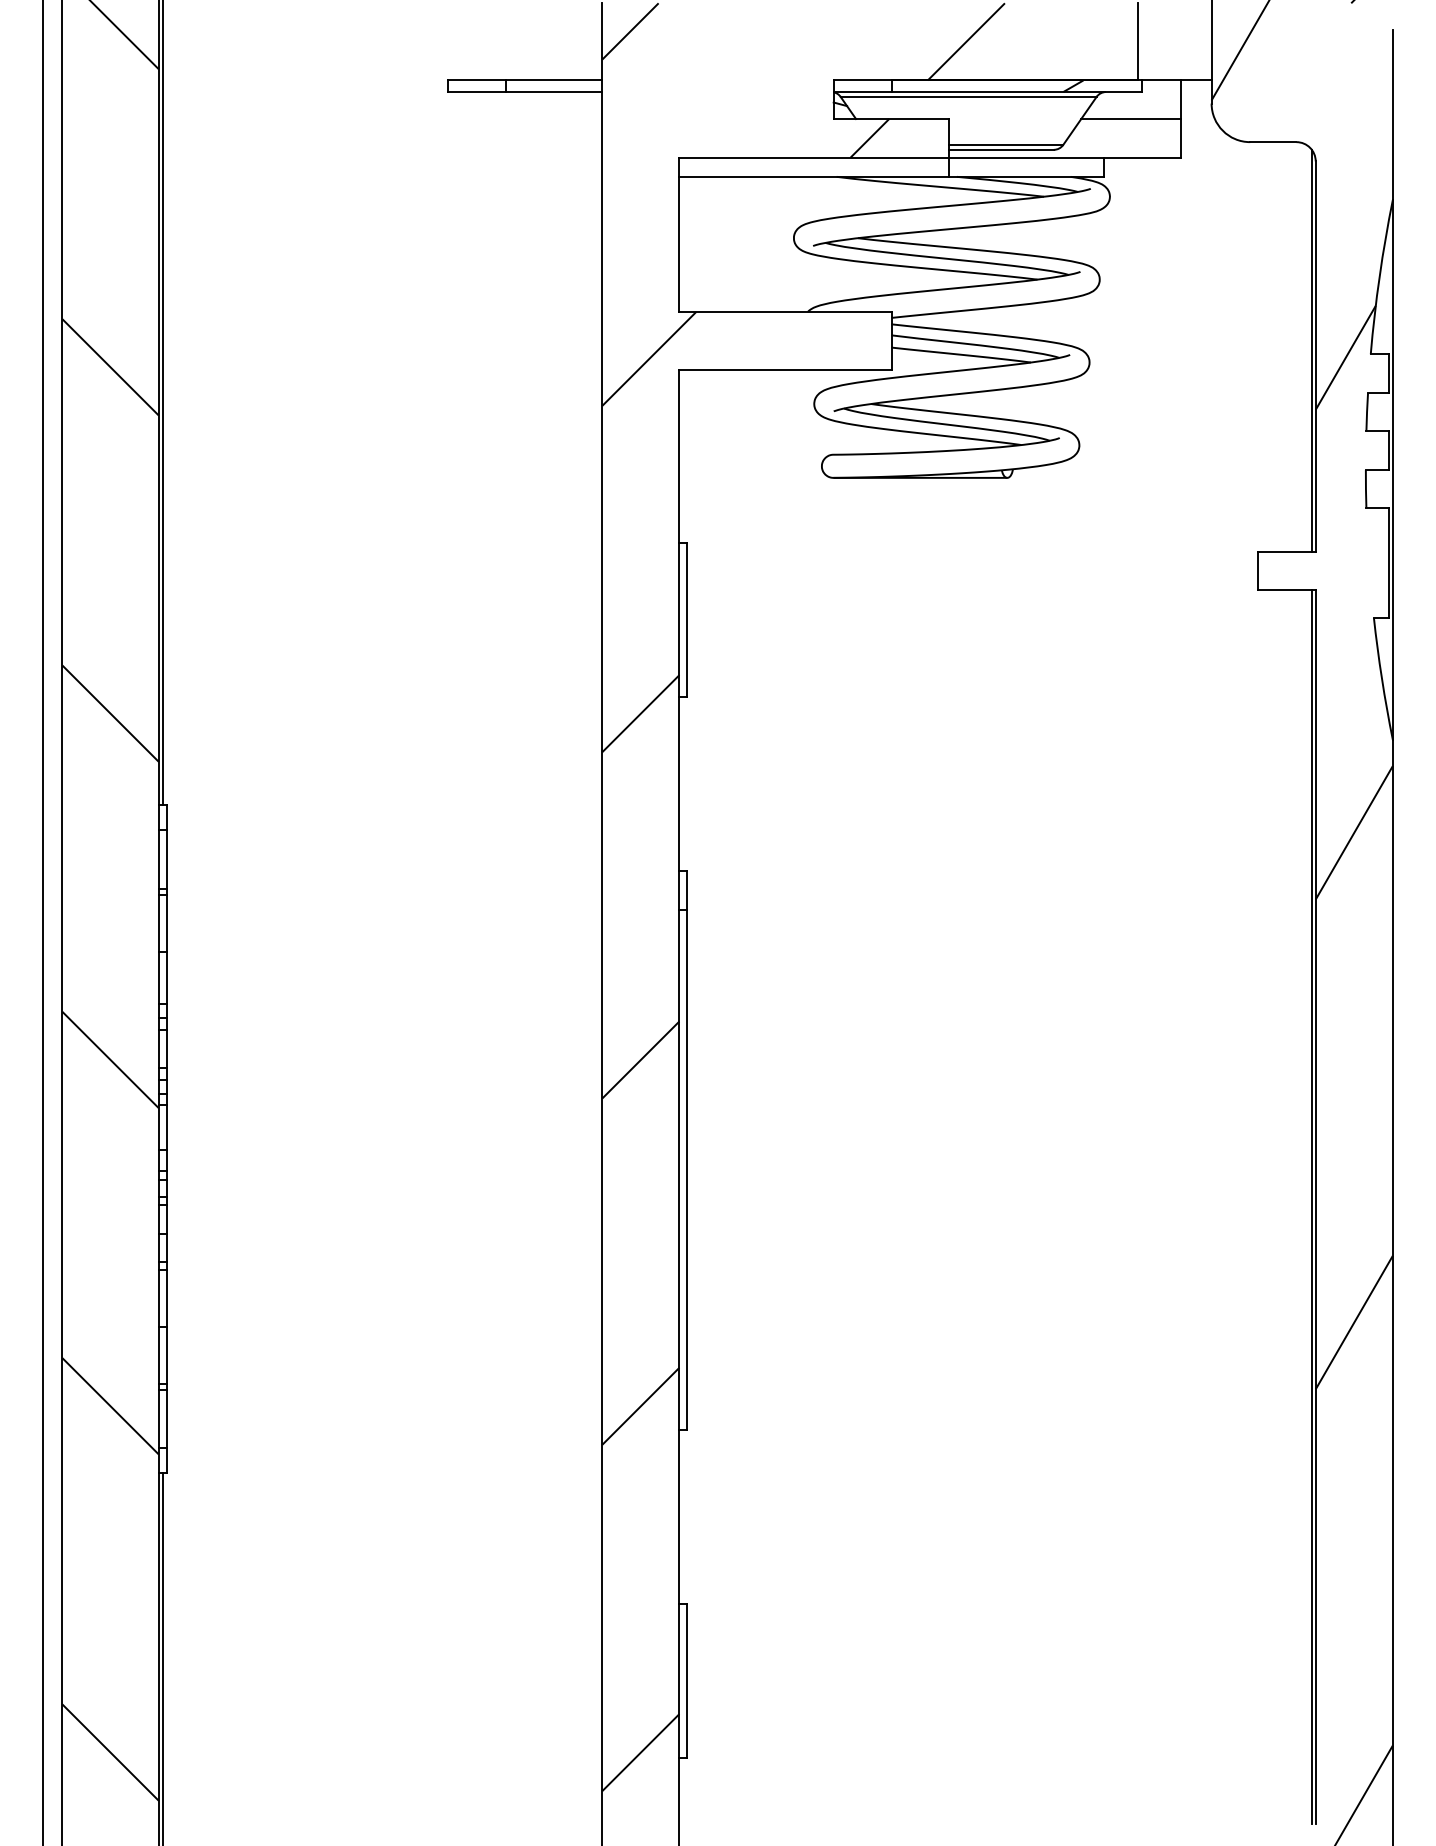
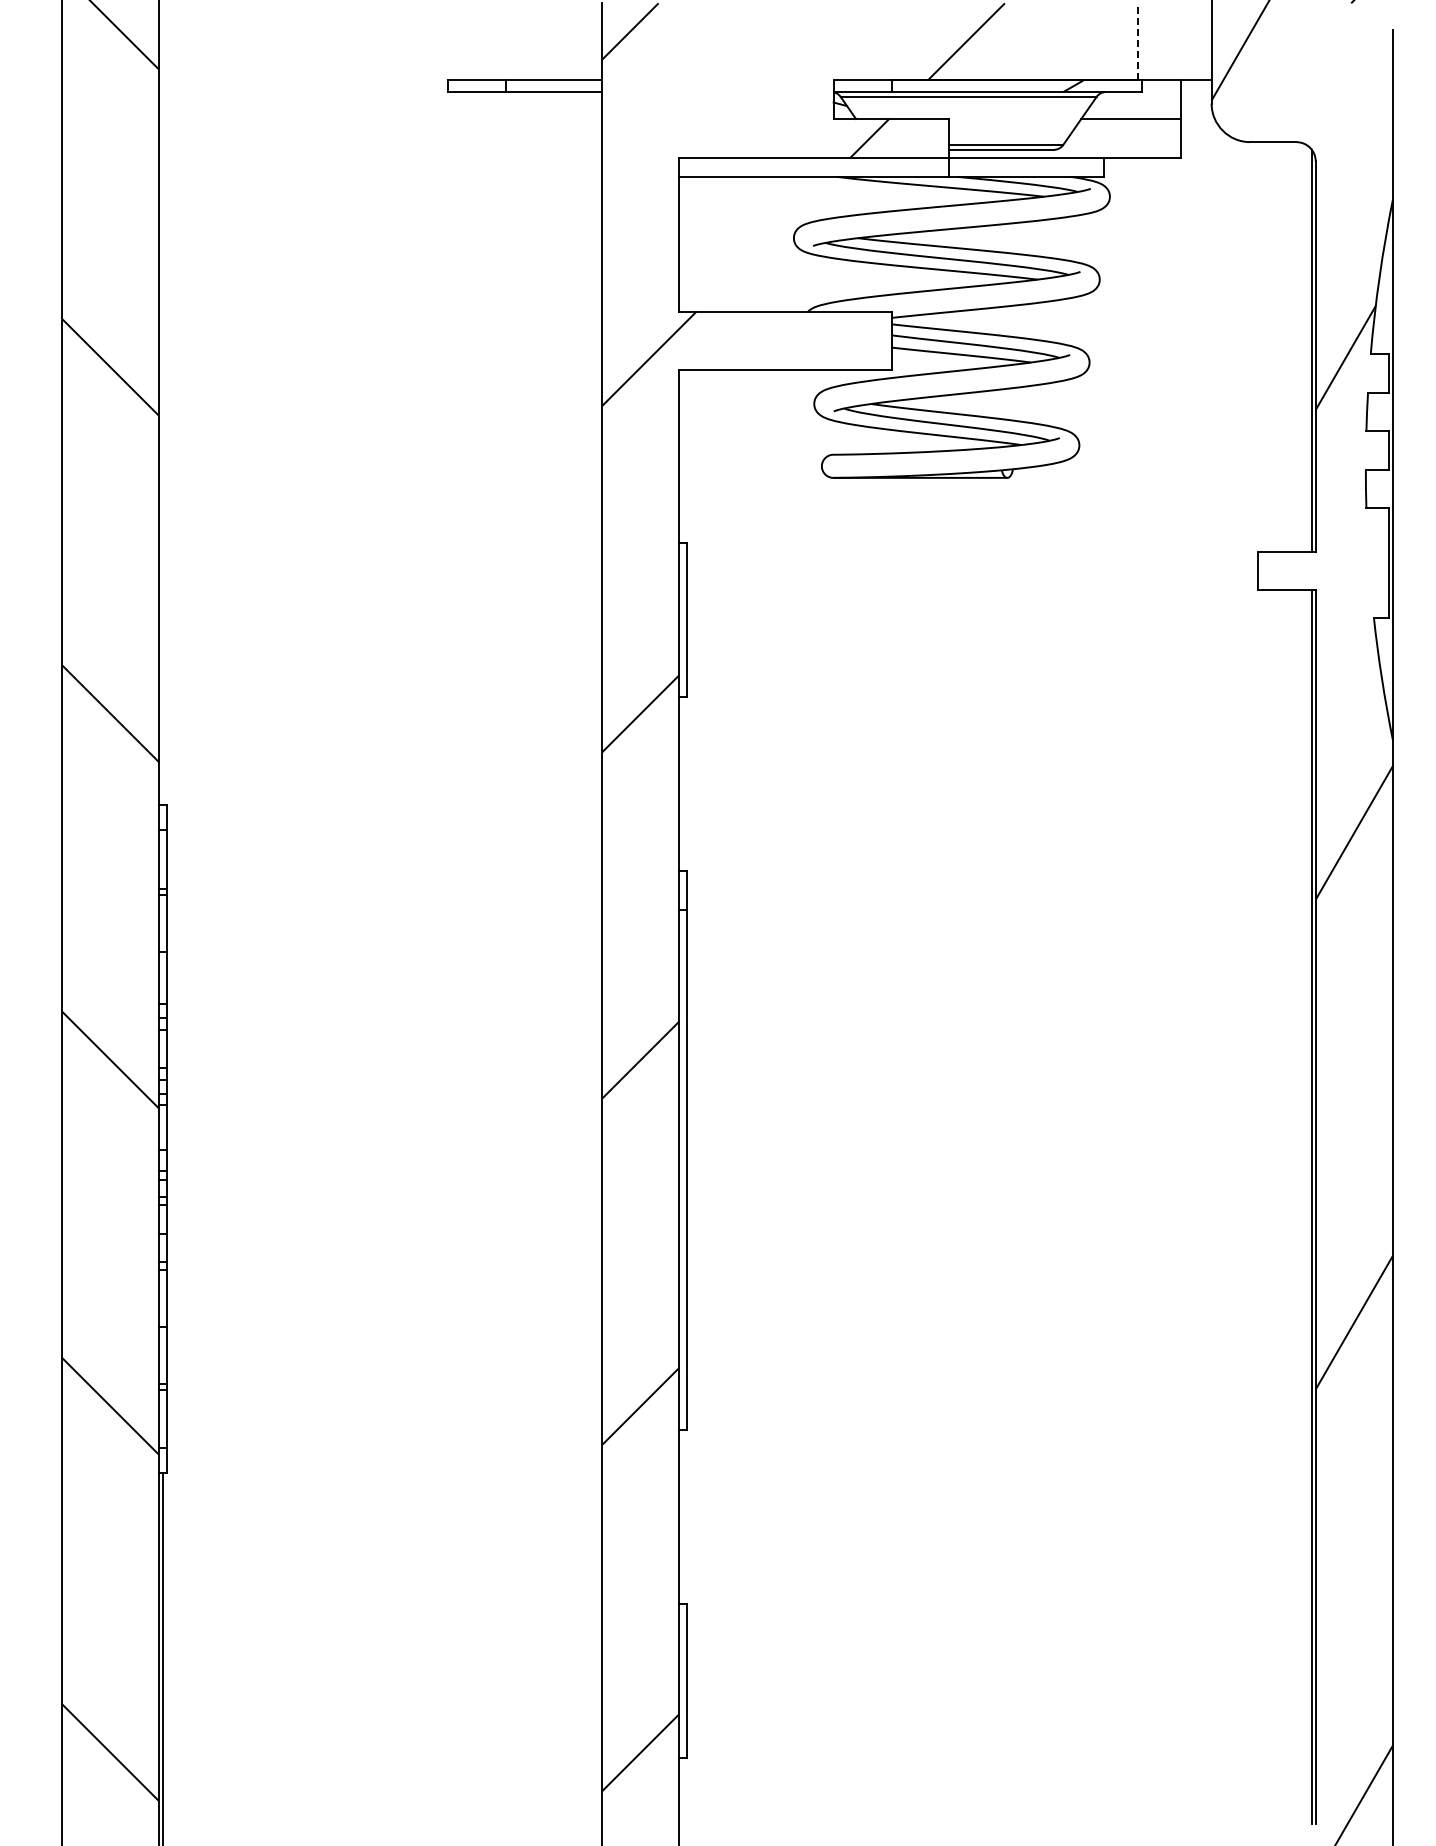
line at (1138, 41): solid -> dashed
line at (162, 403): present -> none
line at (43, 922): present -> none
